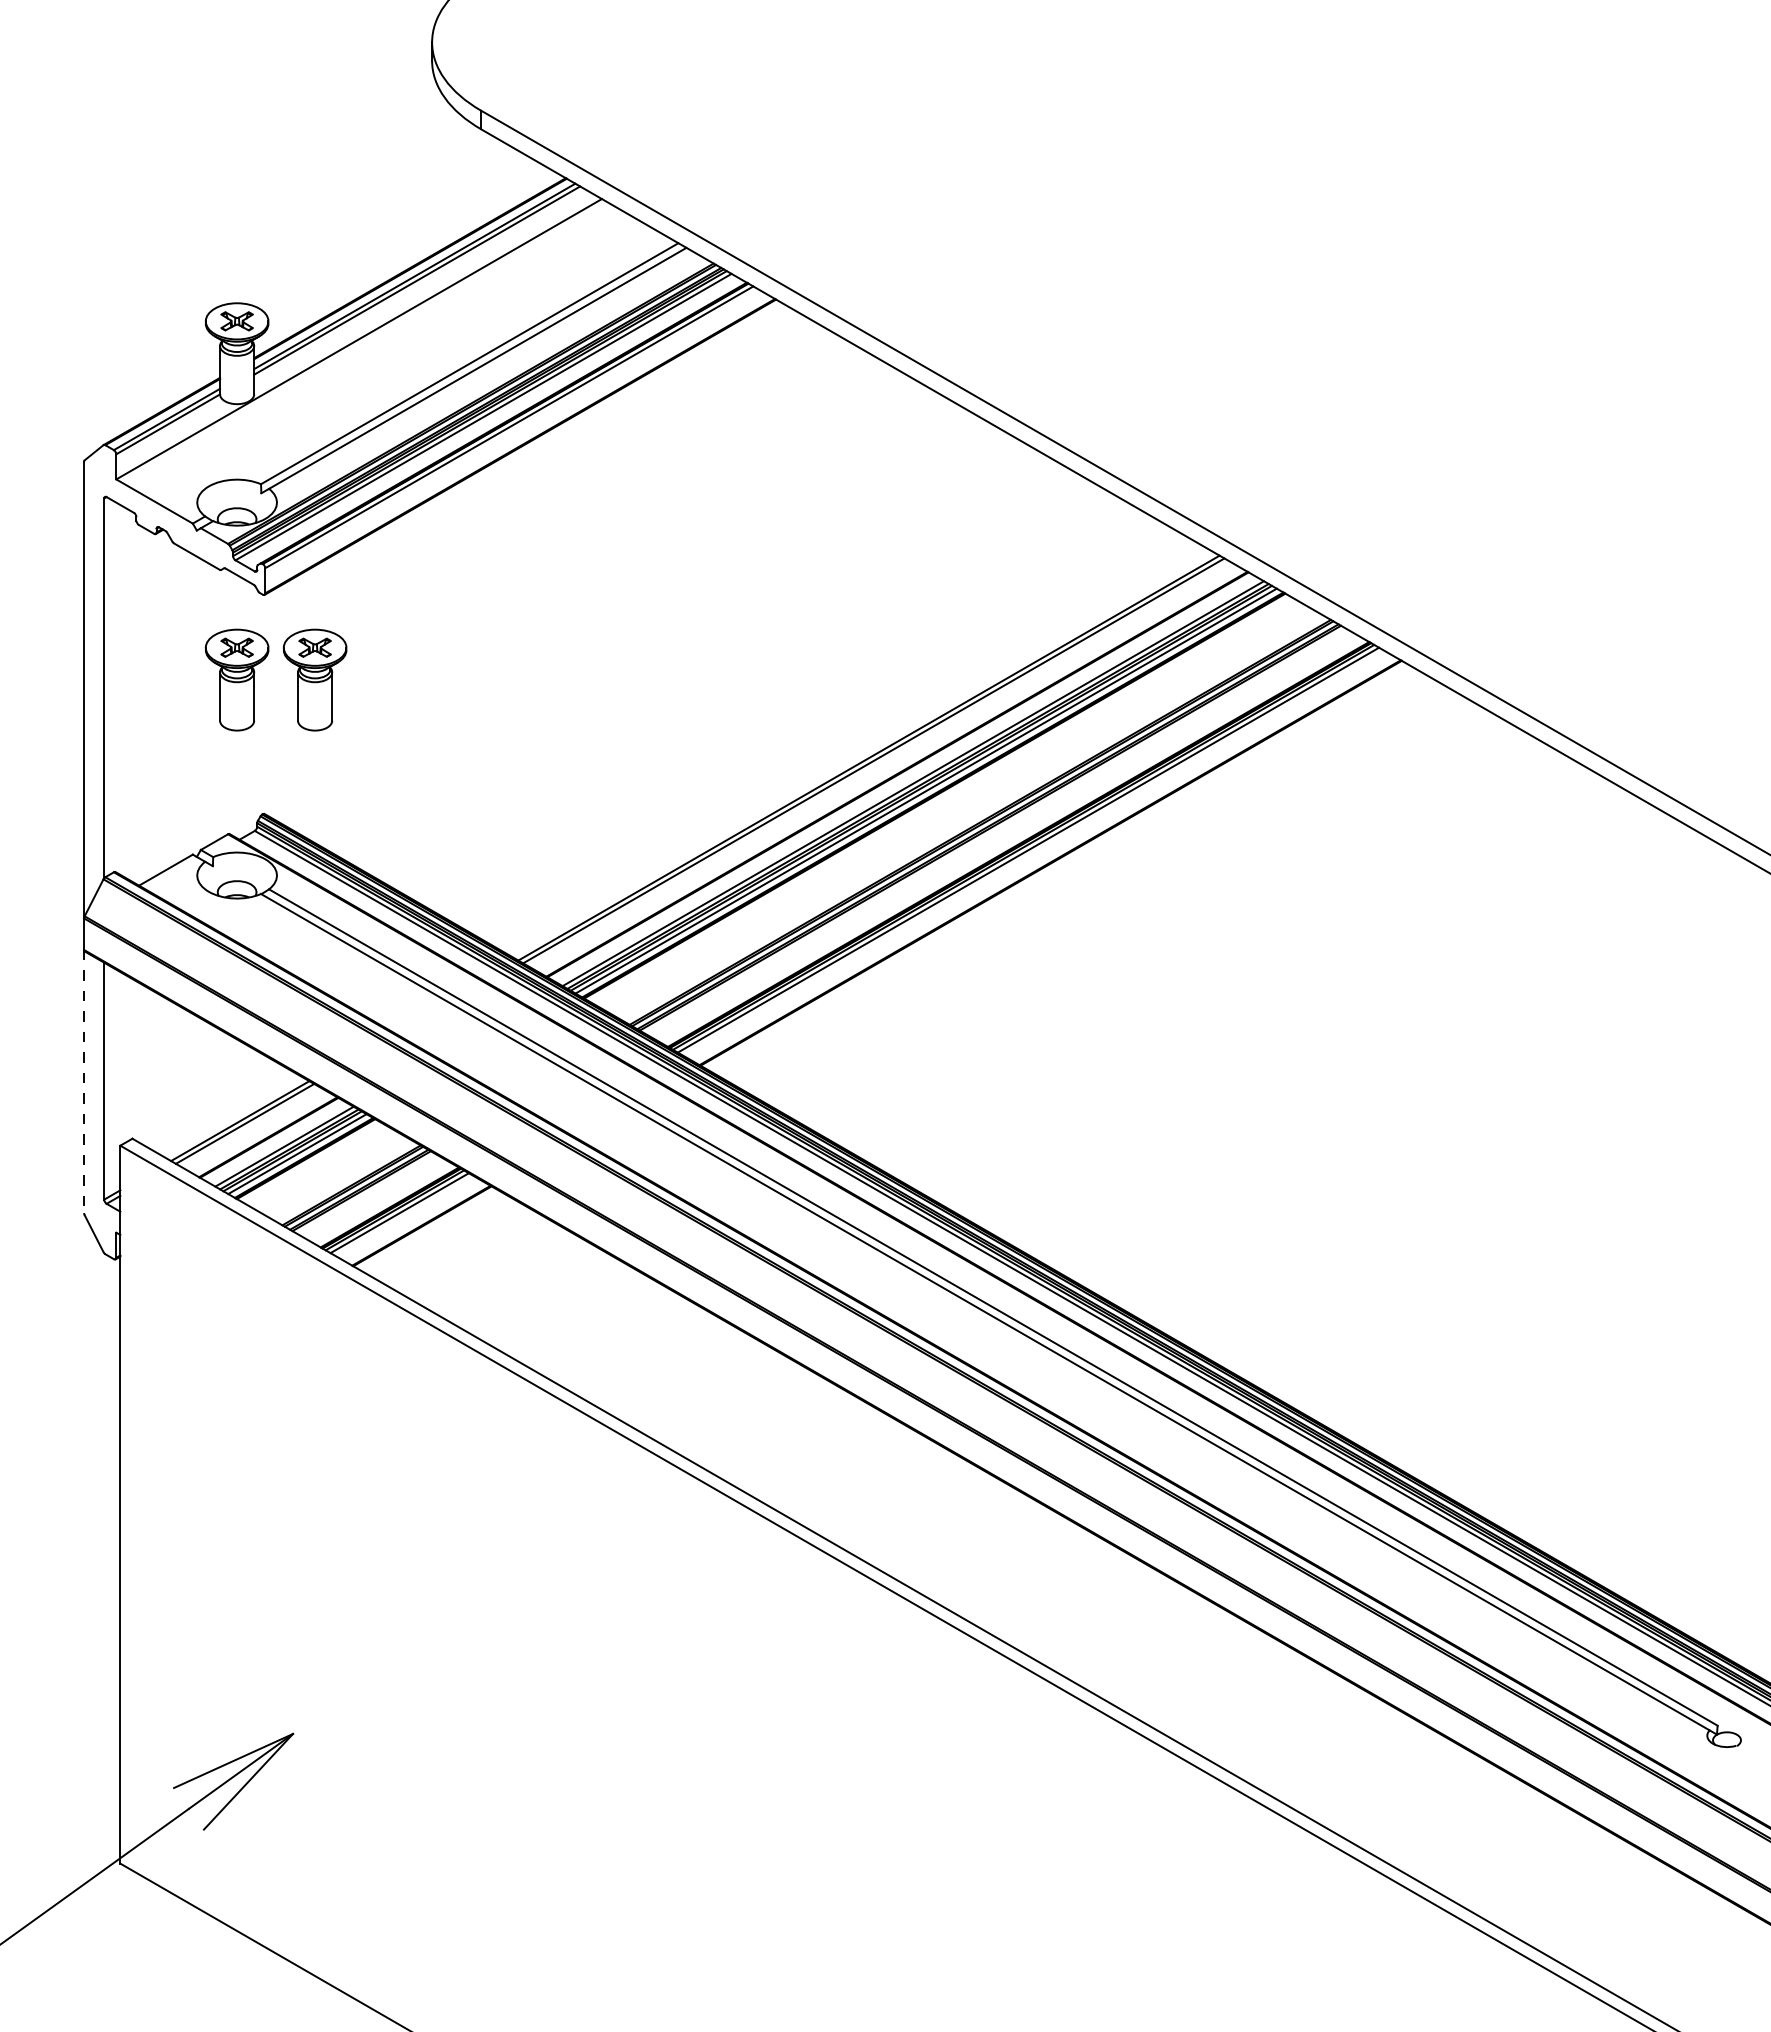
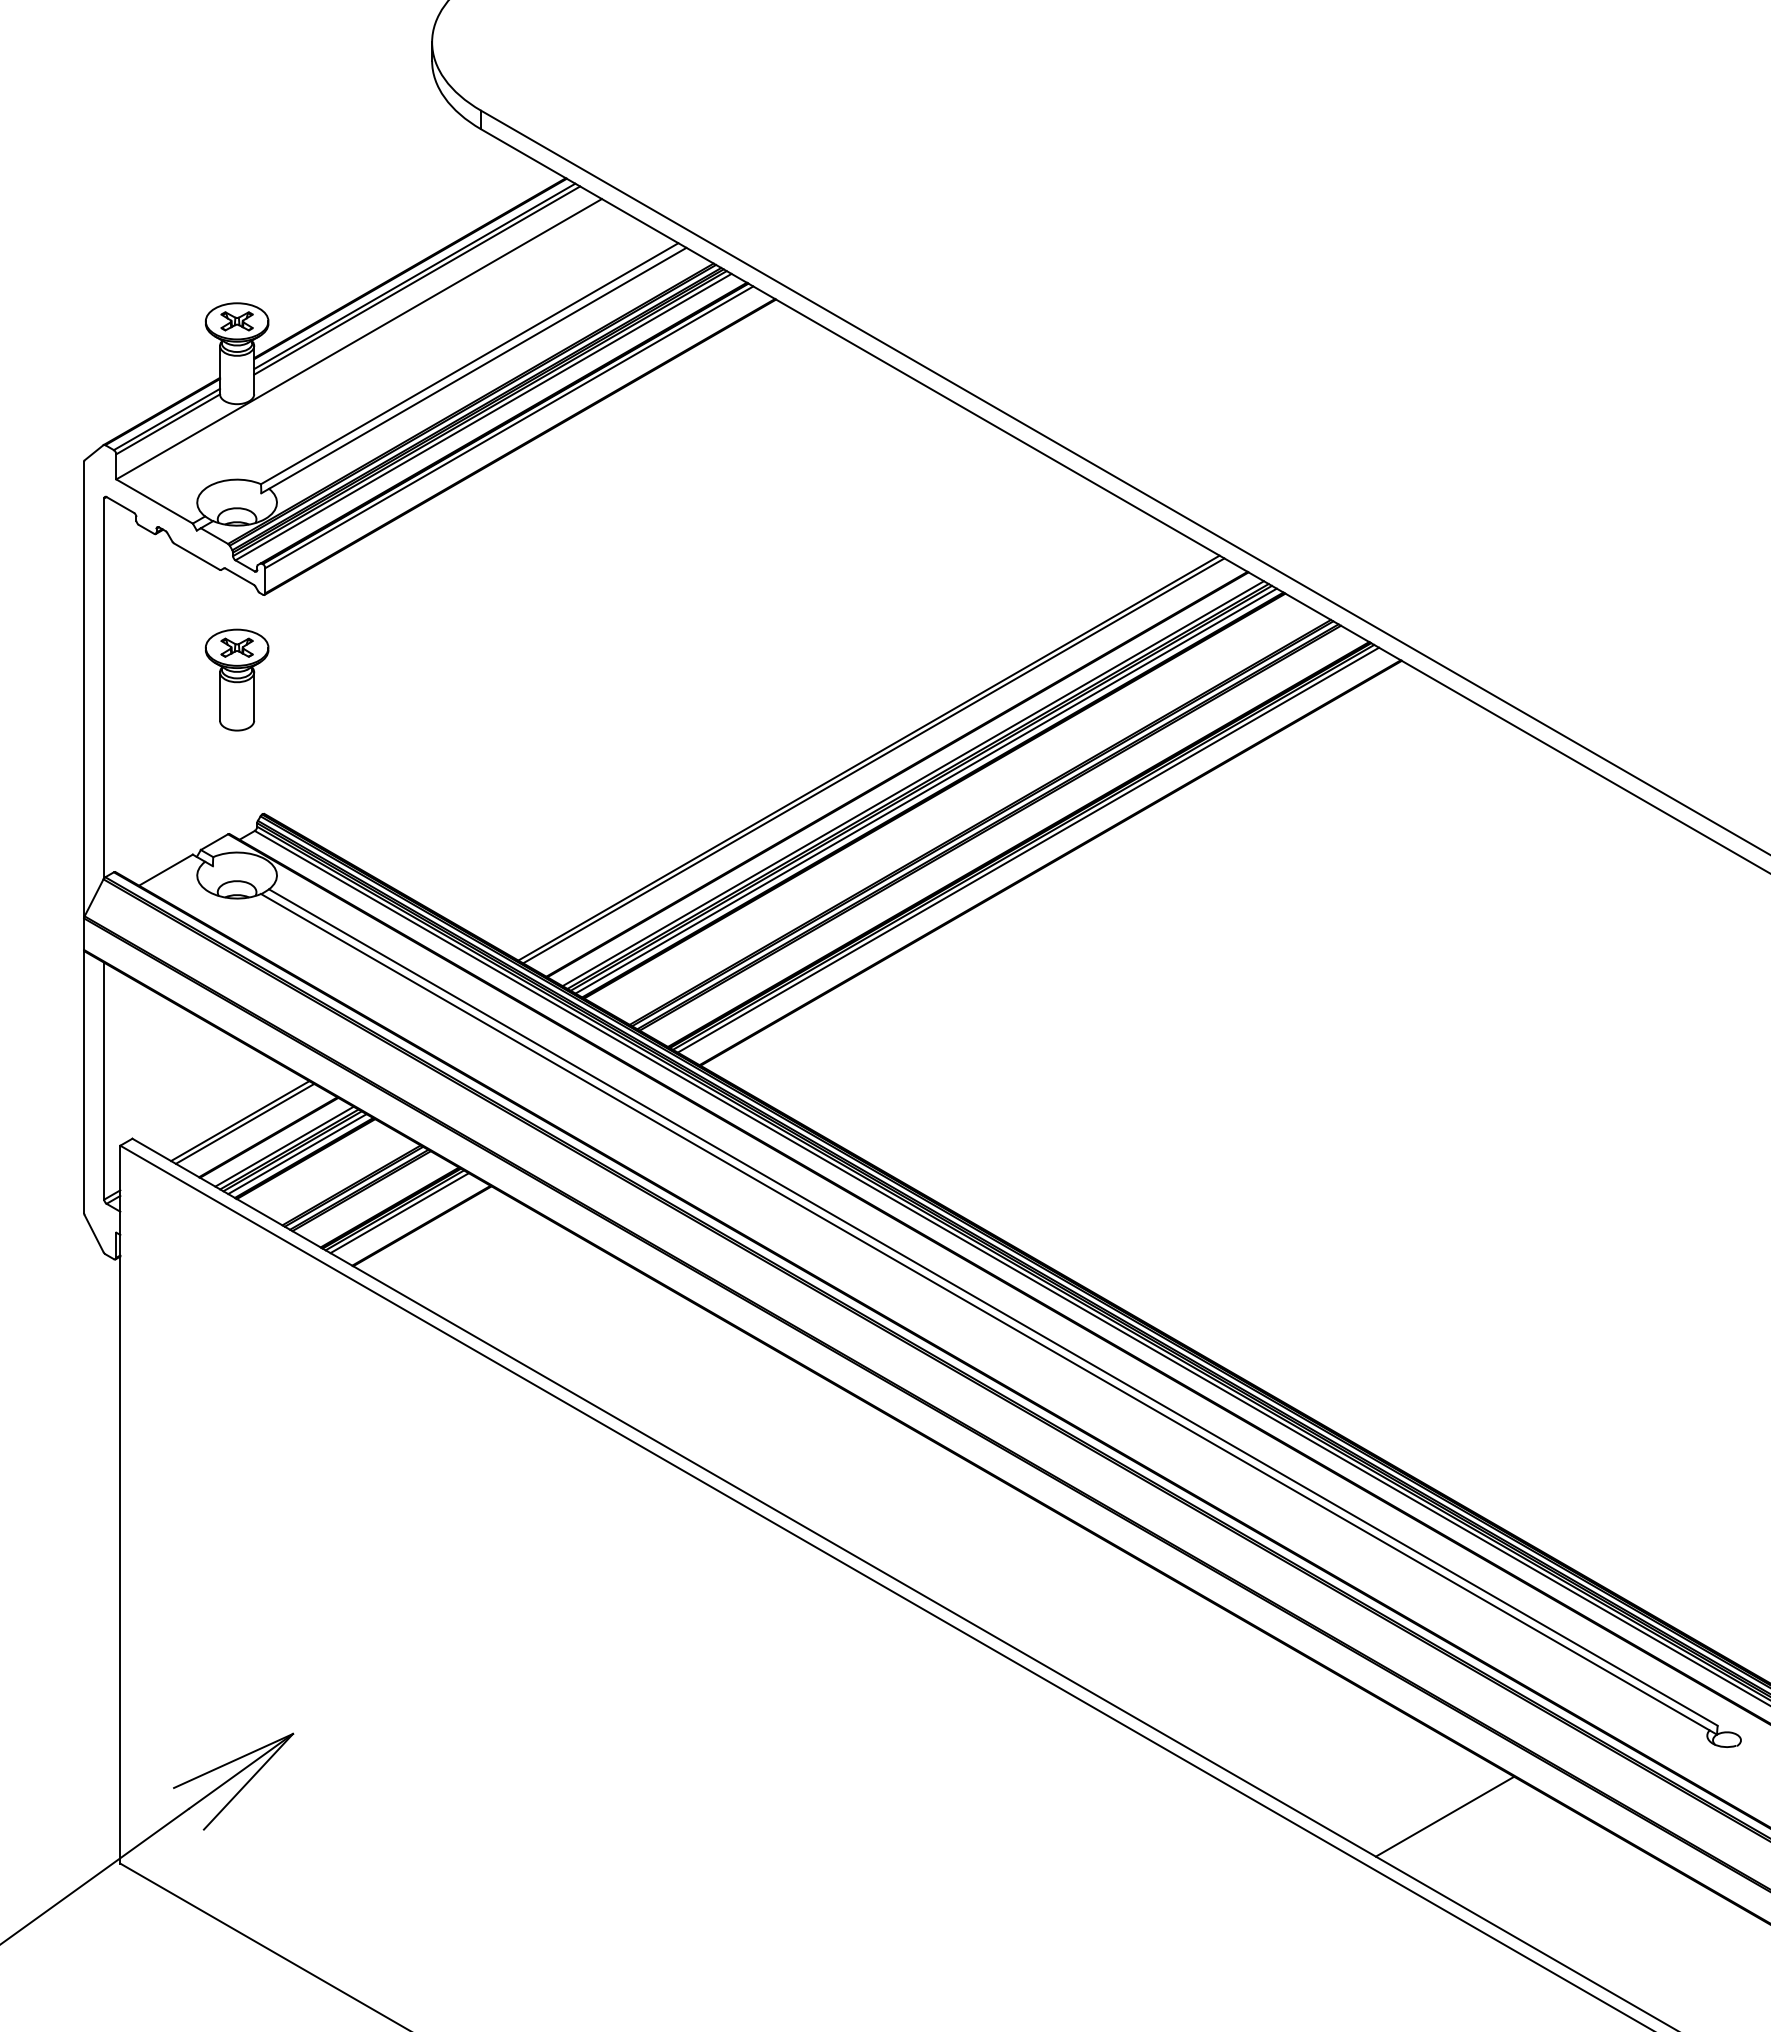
part at (314, 679): present -> none
line at (84, 1081): dashed -> solid
line at (1444, 1816): none -> present
